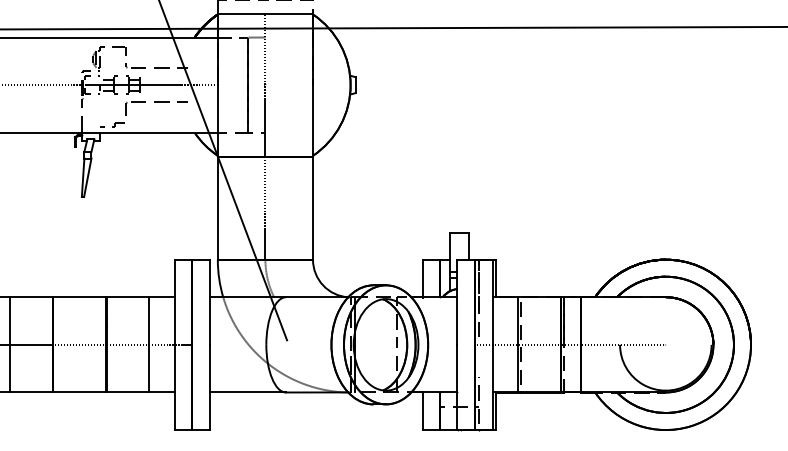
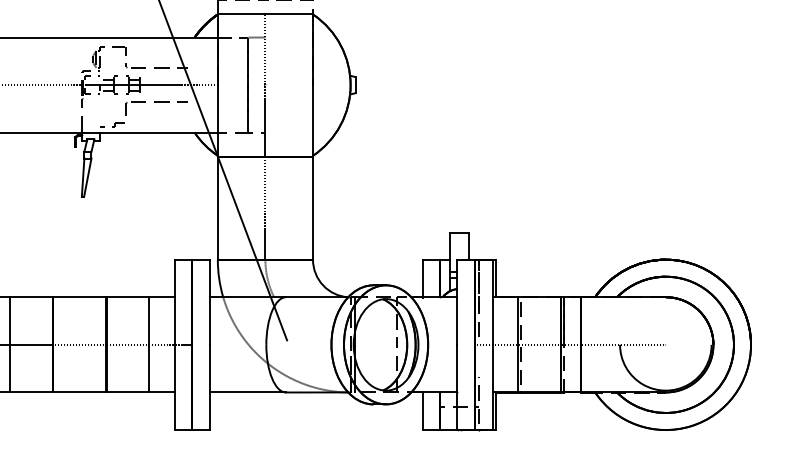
line at (393, 27): present -> none
